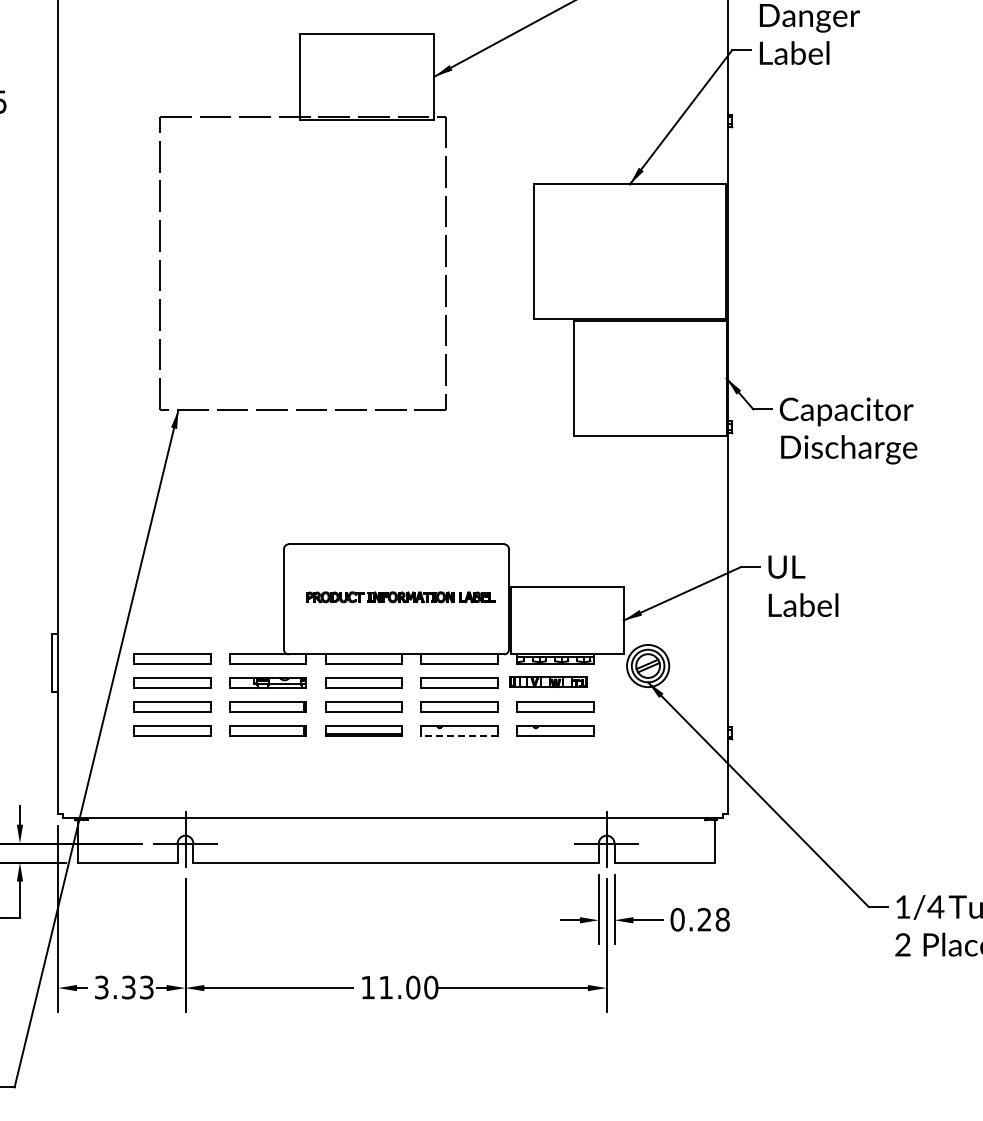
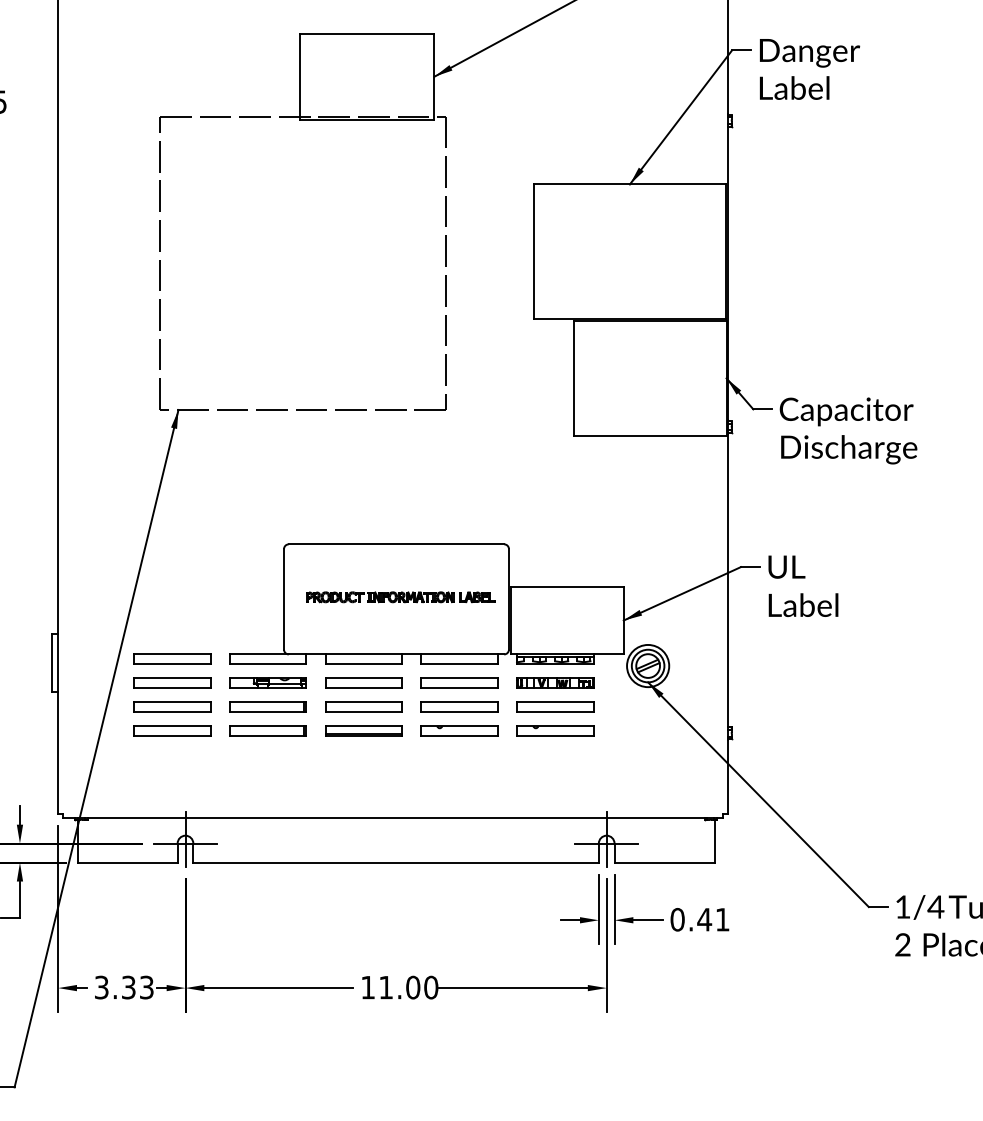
text at (810, 34) position: (810, 34) -> (810, 69)
part at (548, 681) position: (548, 681) -> (555, 682)
line at (459, 735): dashed -> solid
text at (713, 919): 0.28 -> 0.41
